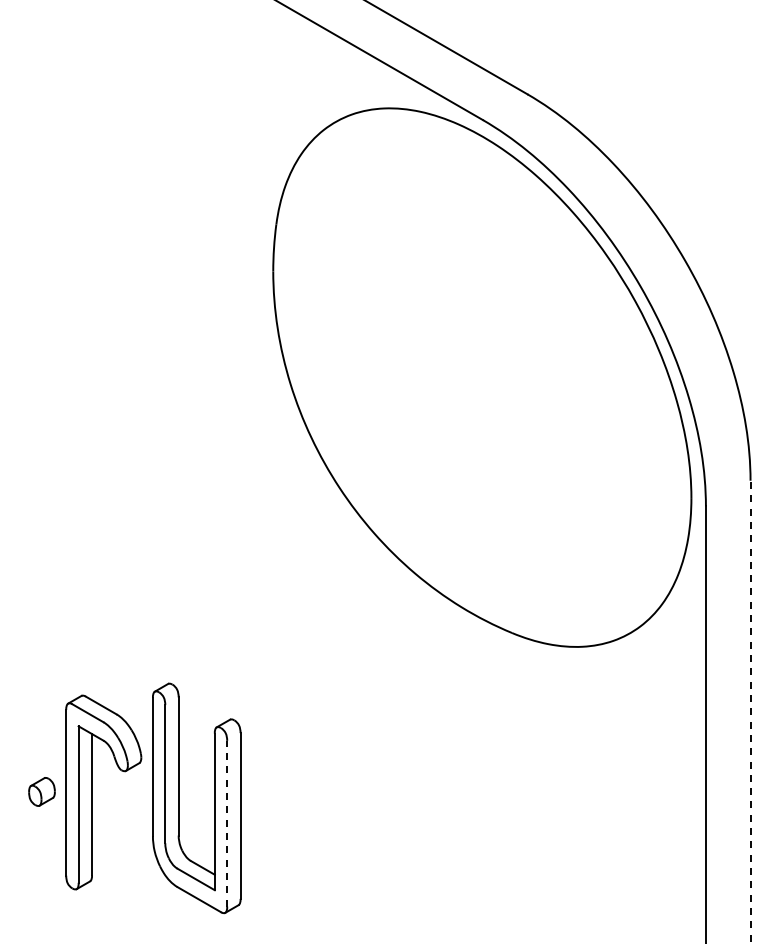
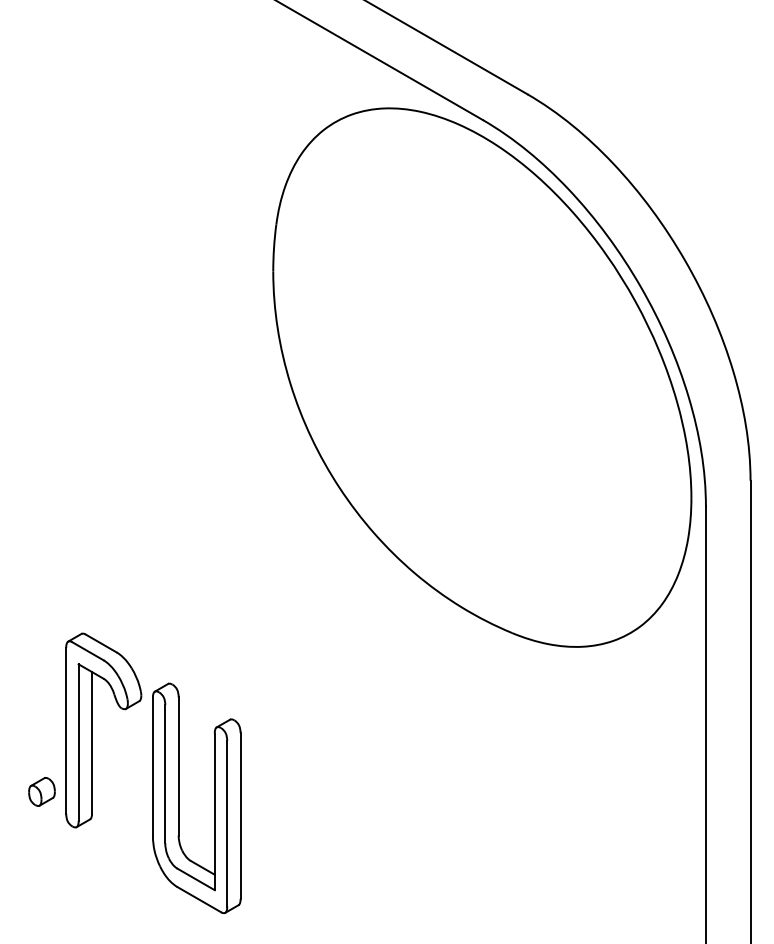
line at (750, 711): dashed -> solid
part at (92, 792) position: (92, 792) -> (92, 730)
line at (227, 823): dashed -> solid
